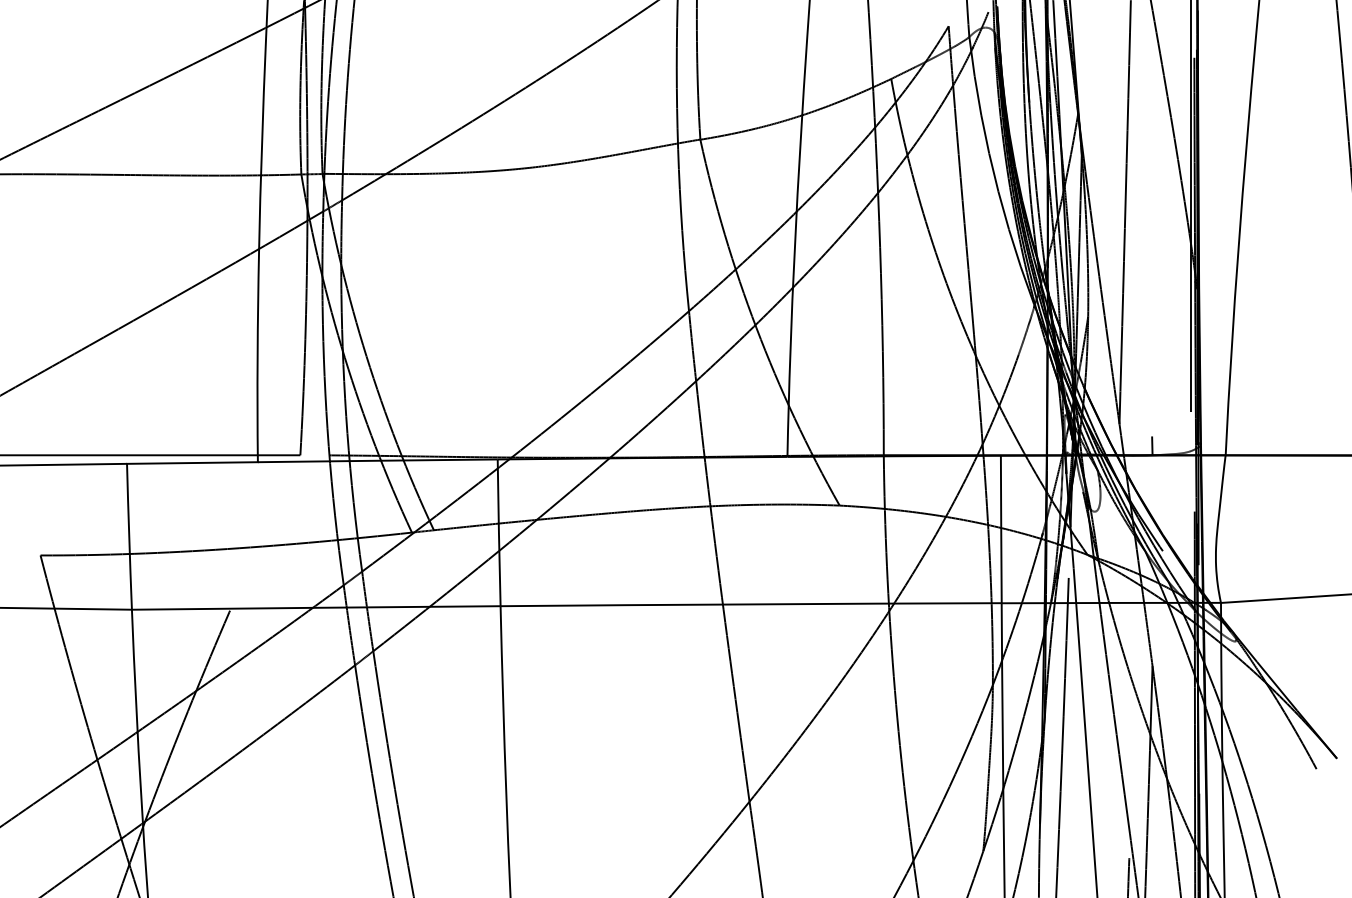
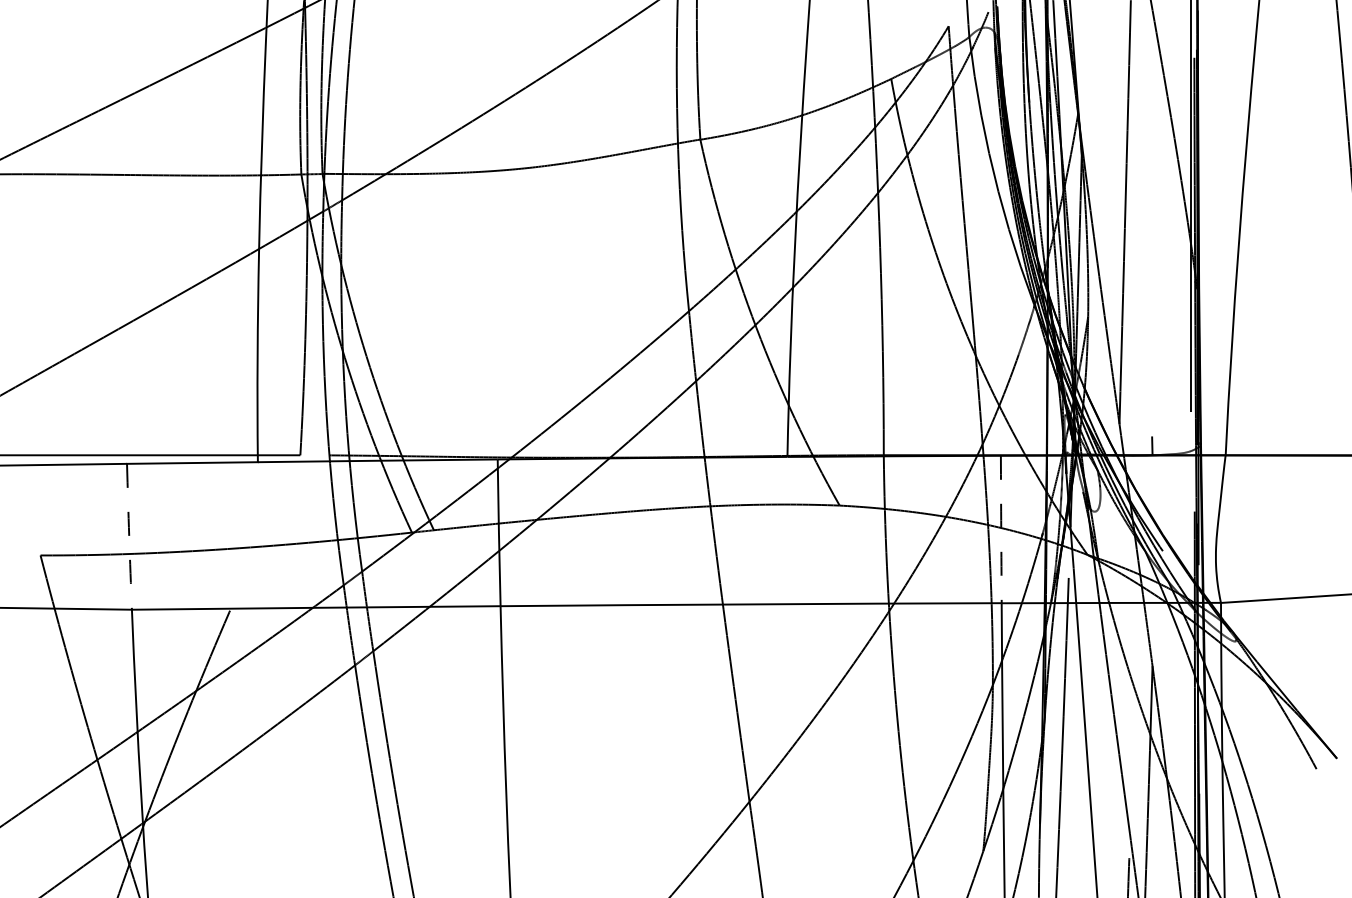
arc at (1001, 529): solid -> dashed
arc at (129, 536): solid -> dashed
